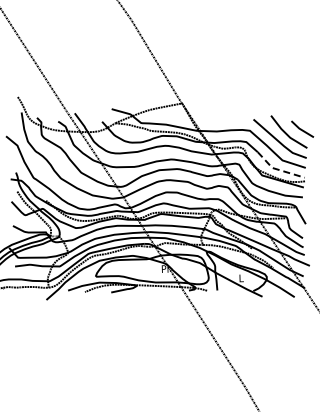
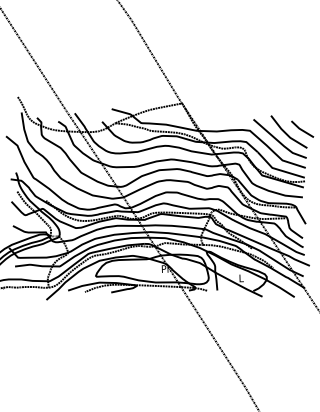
line at (277, 169): dashed -> solid
